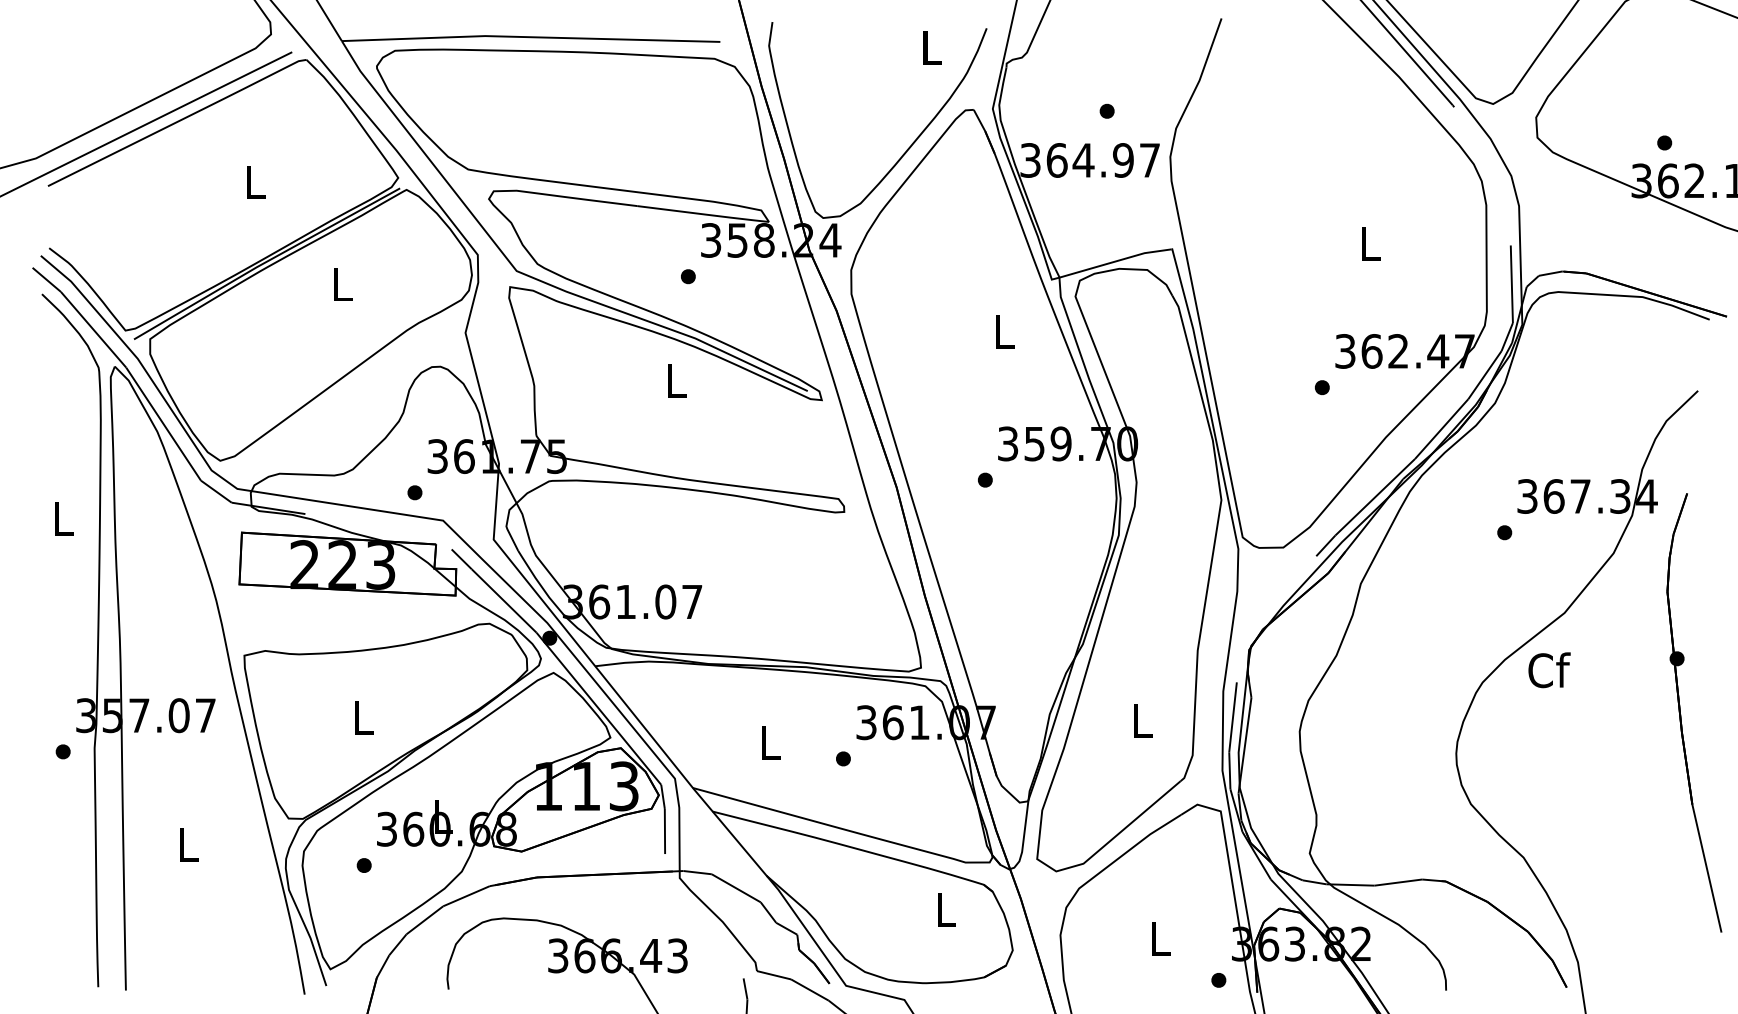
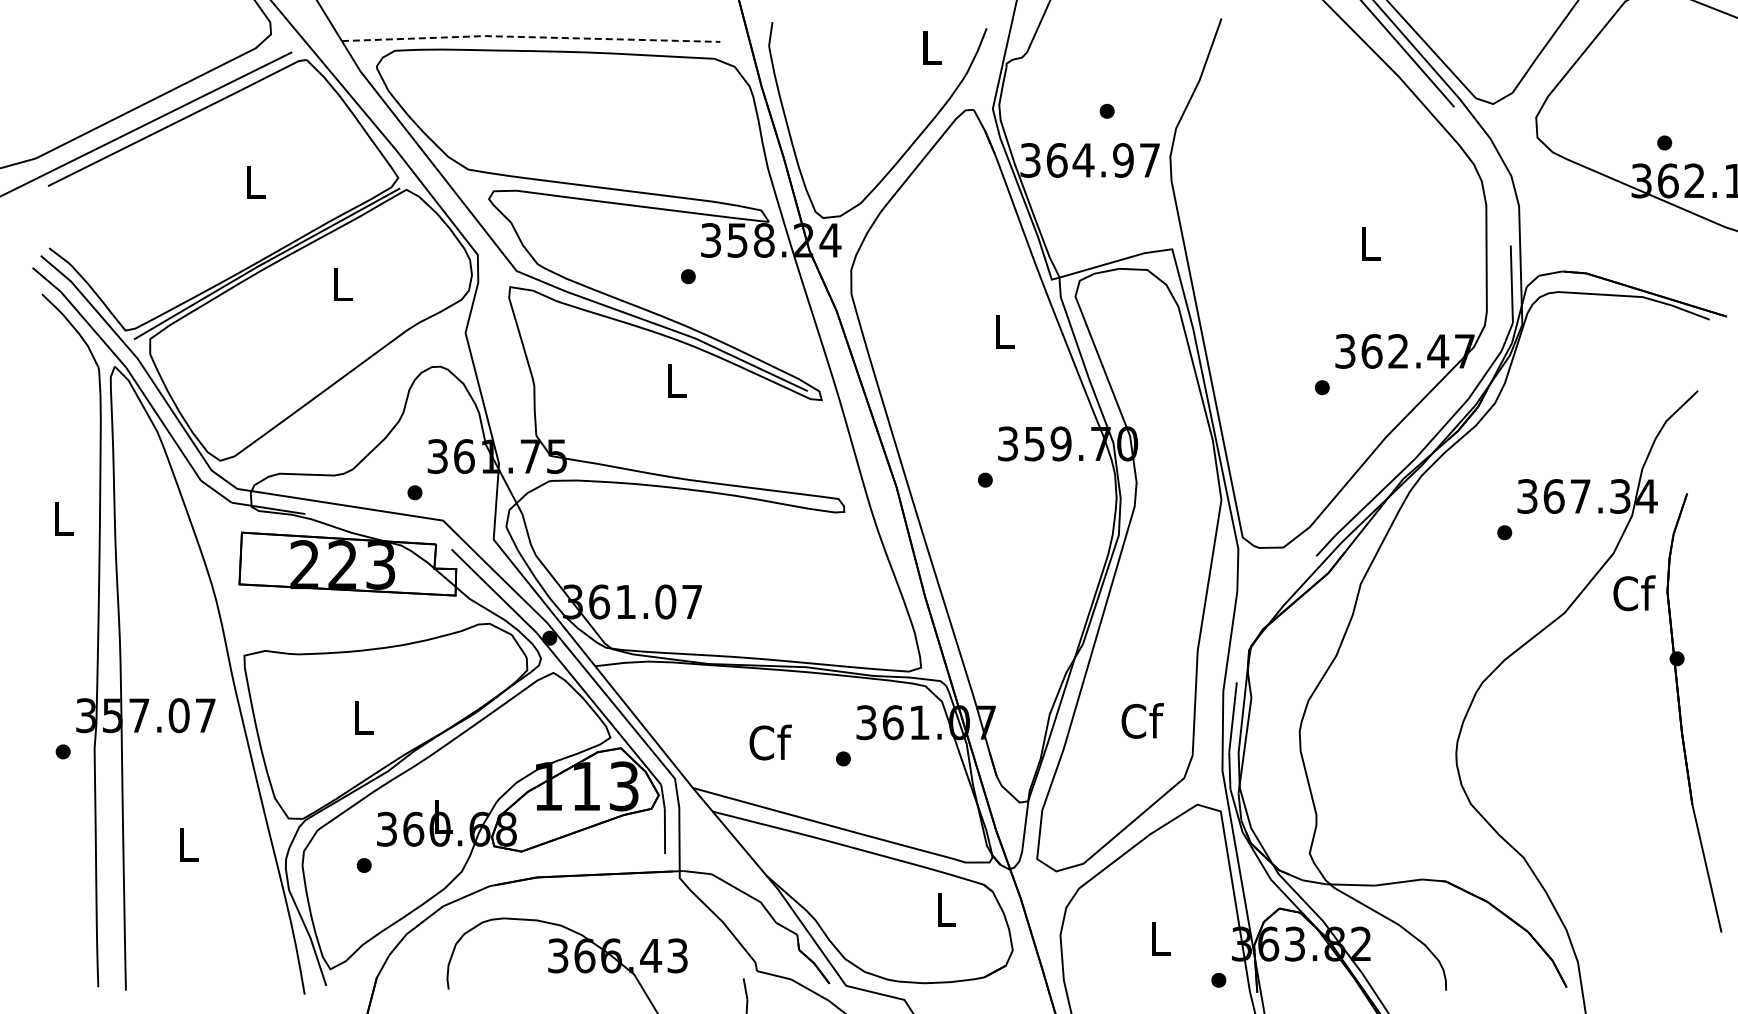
line at (531, 37): solid -> dashed
text at (1549, 670) position: (1549, 670) -> (1634, 593)
text at (1142, 720): L -> Cf
text at (770, 742): L -> Cf
